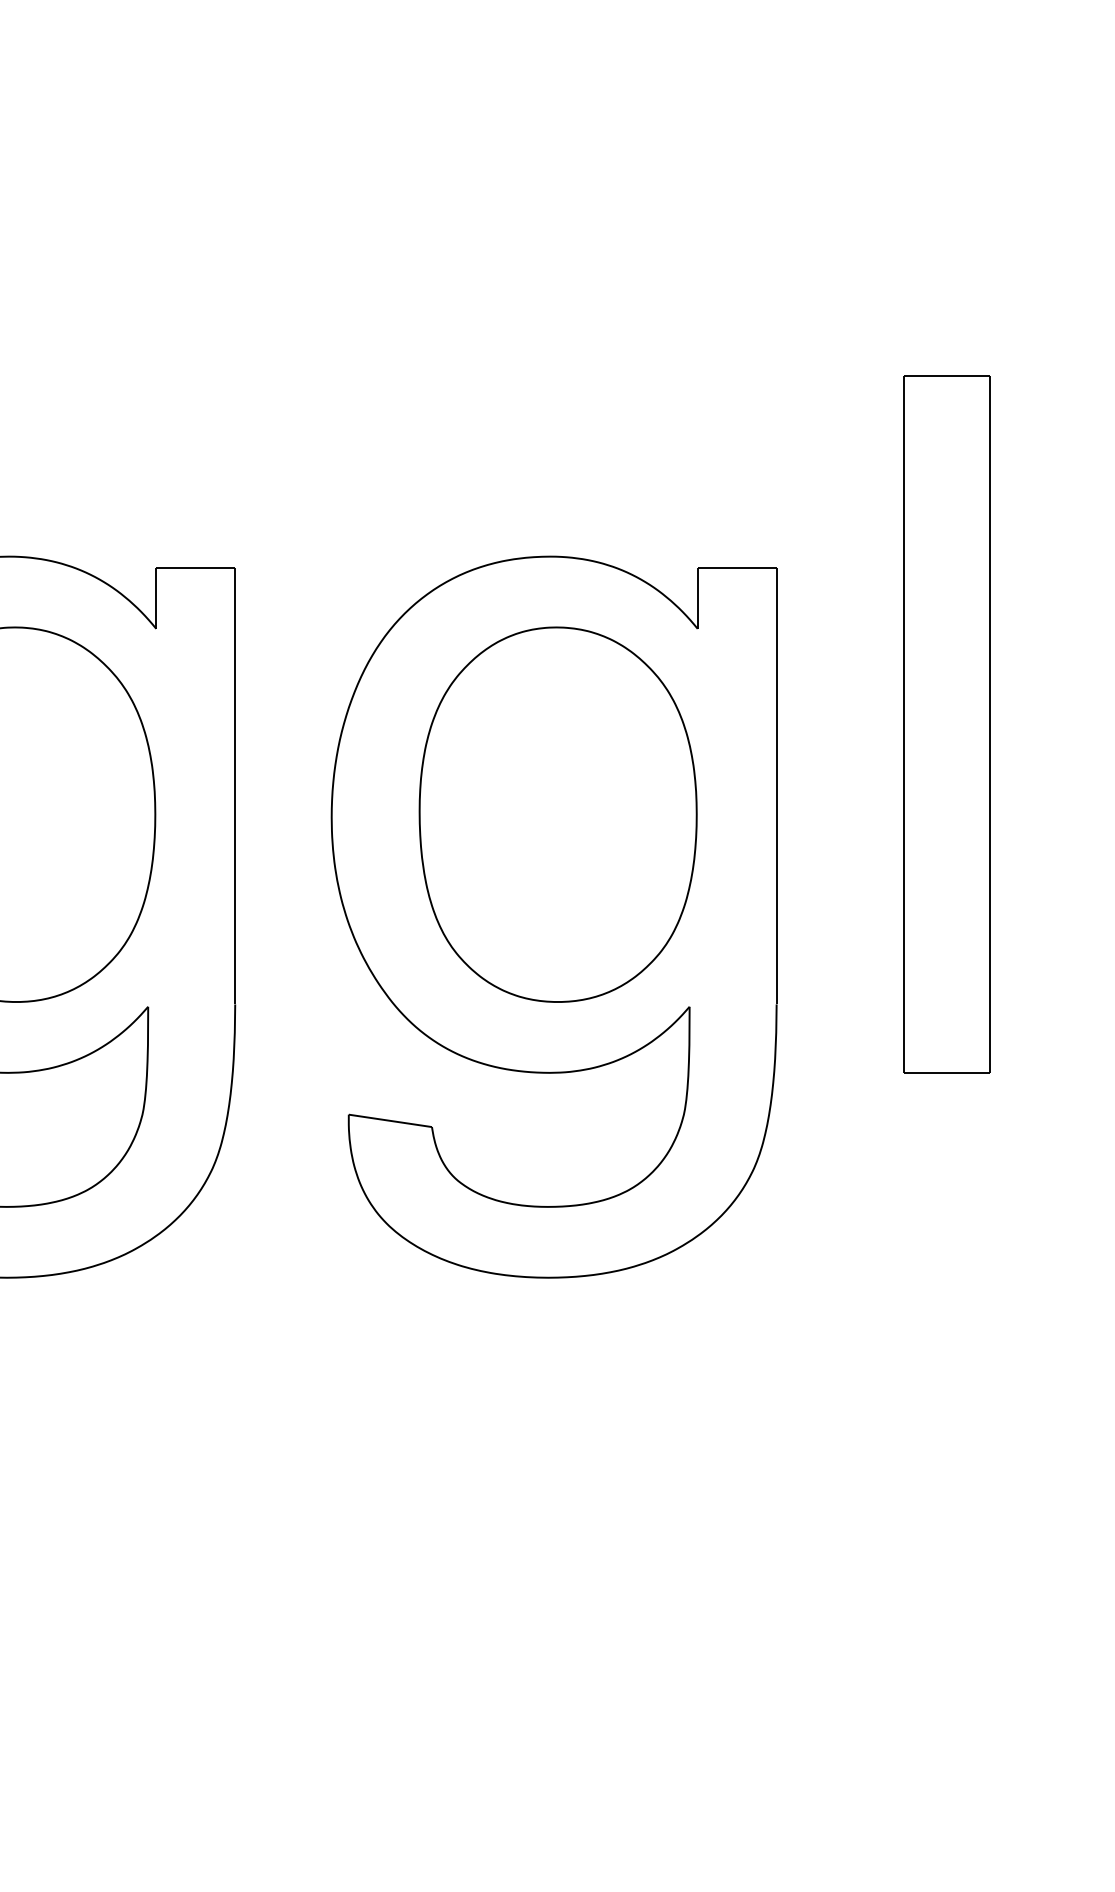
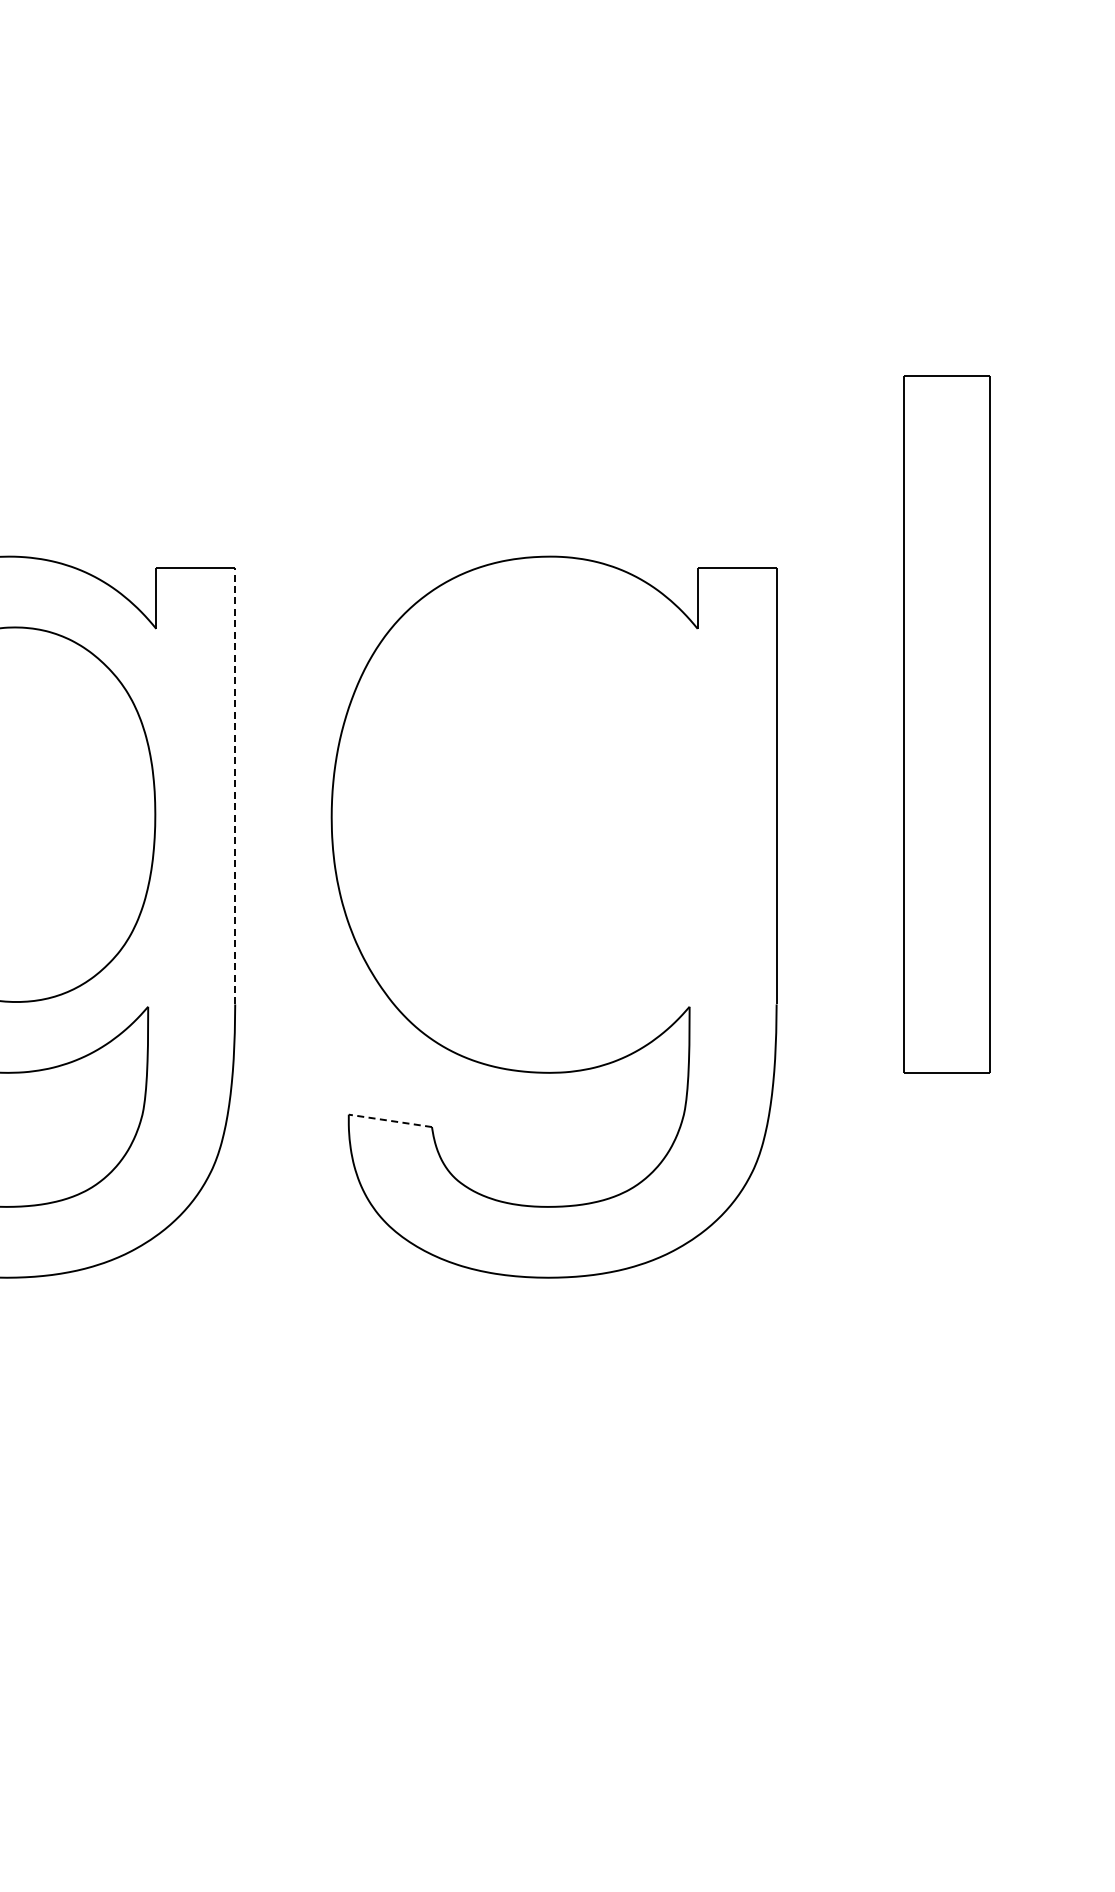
line at (235, 785): solid -> dashed
part at (557, 814): present -> none
line at (389, 1120): solid -> dashed
